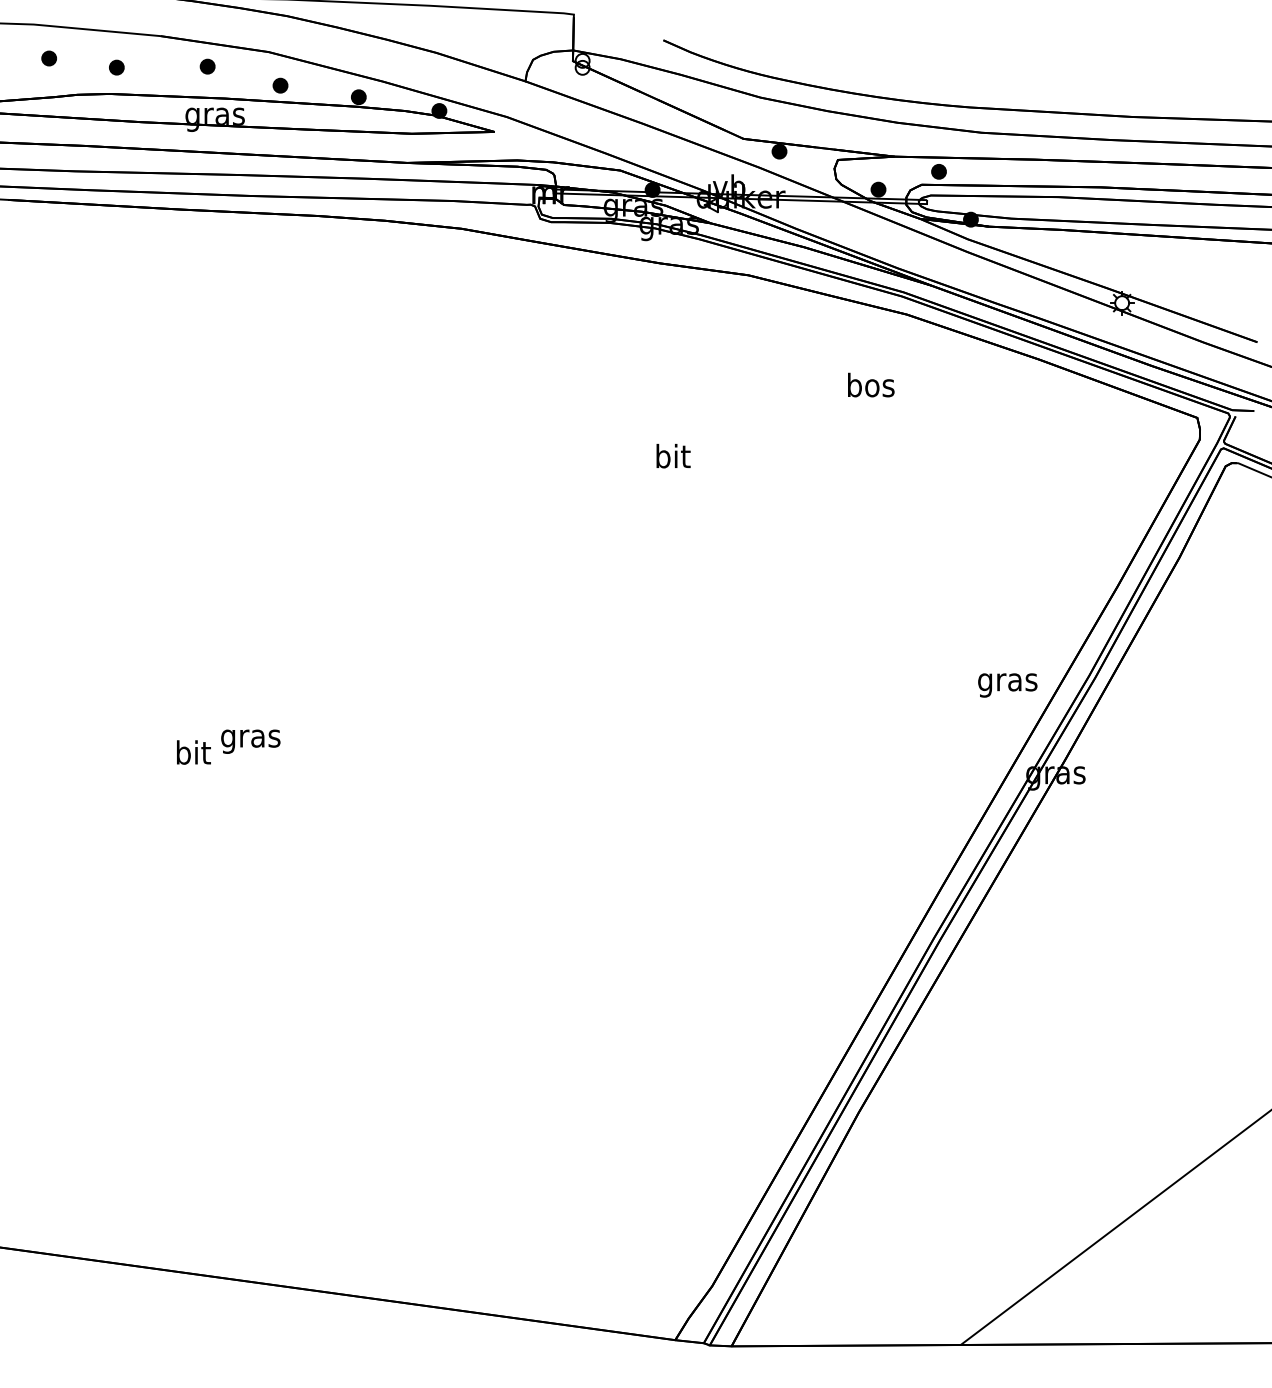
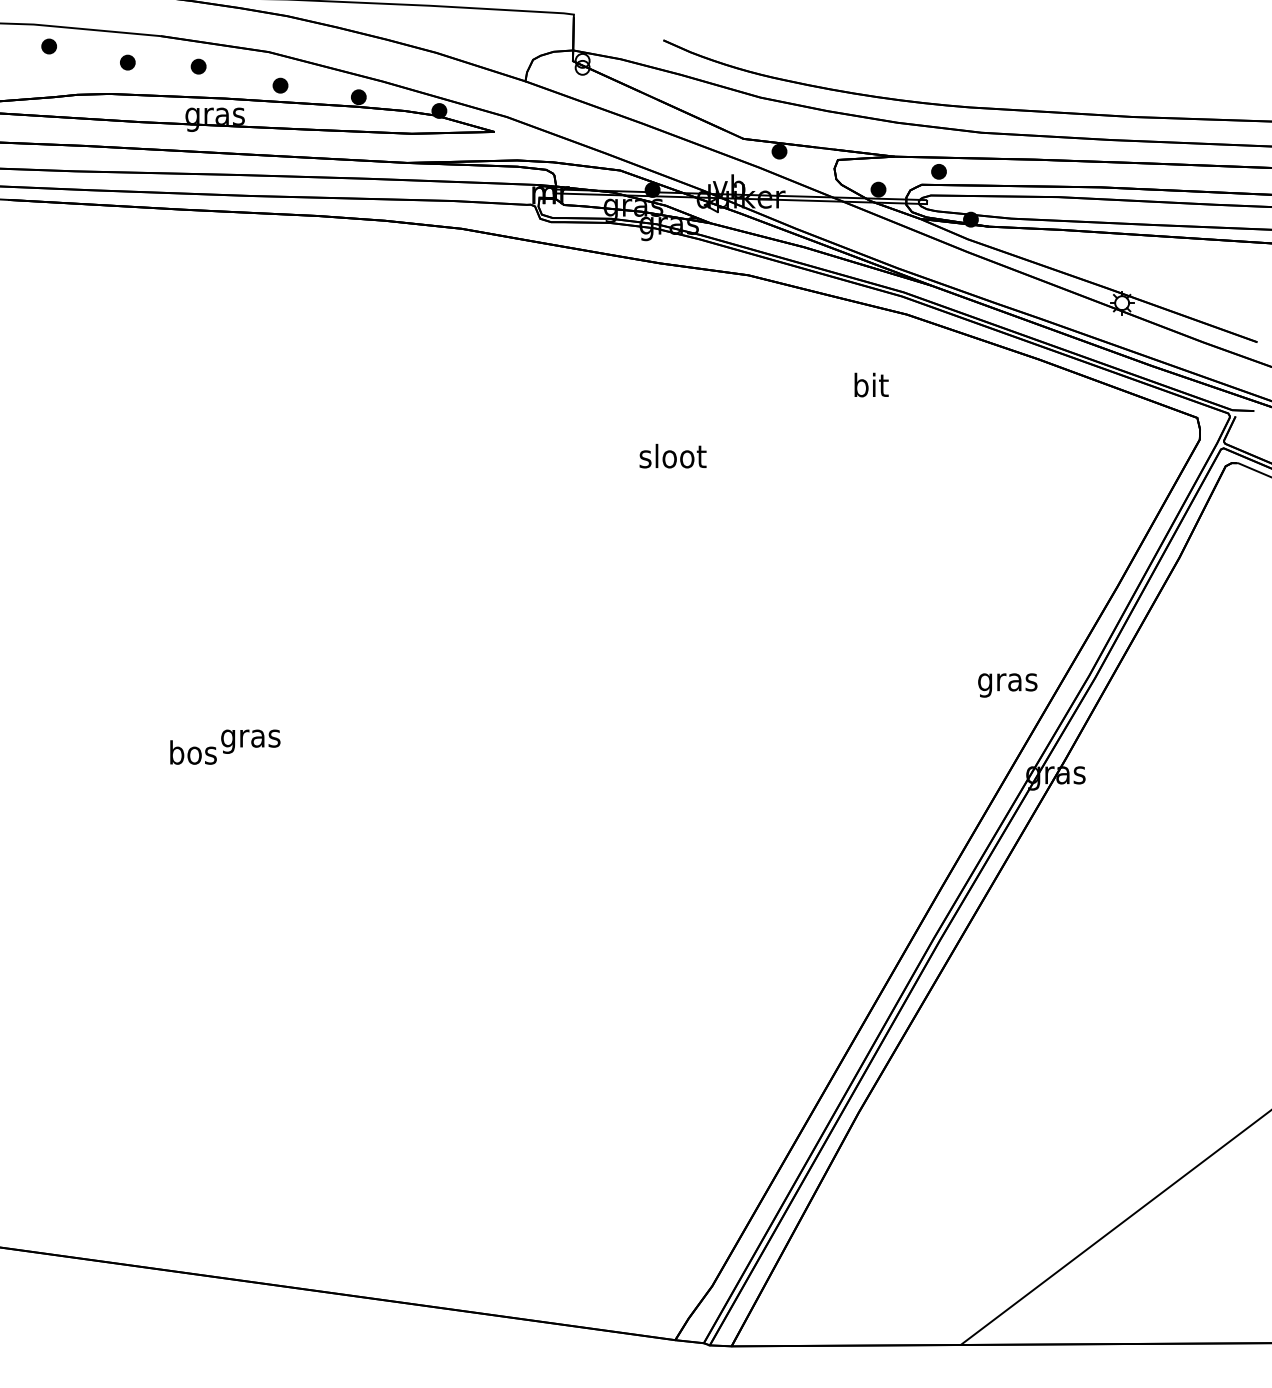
part at (48, 58) position: (48, 58) -> (48, 46)
part at (207, 66) position: (207, 66) -> (198, 66)
part at (116, 67) position: (116, 67) -> (127, 62)
text at (871, 384): bos -> bit
text at (672, 455): bit -> sloot
text at (193, 752): bit -> bos
